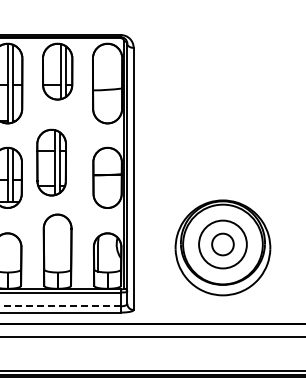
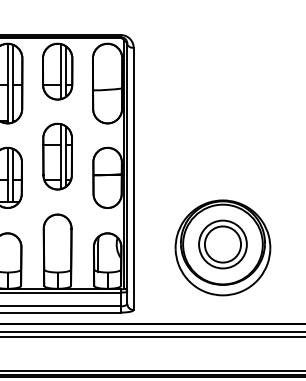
part at (51, 162) position: (51, 162) -> (57, 156)
circle at (222, 244) diameter: 22 px -> 36 px
line at (60, 306): dashed -> solid
line at (152, 332): none -> present
